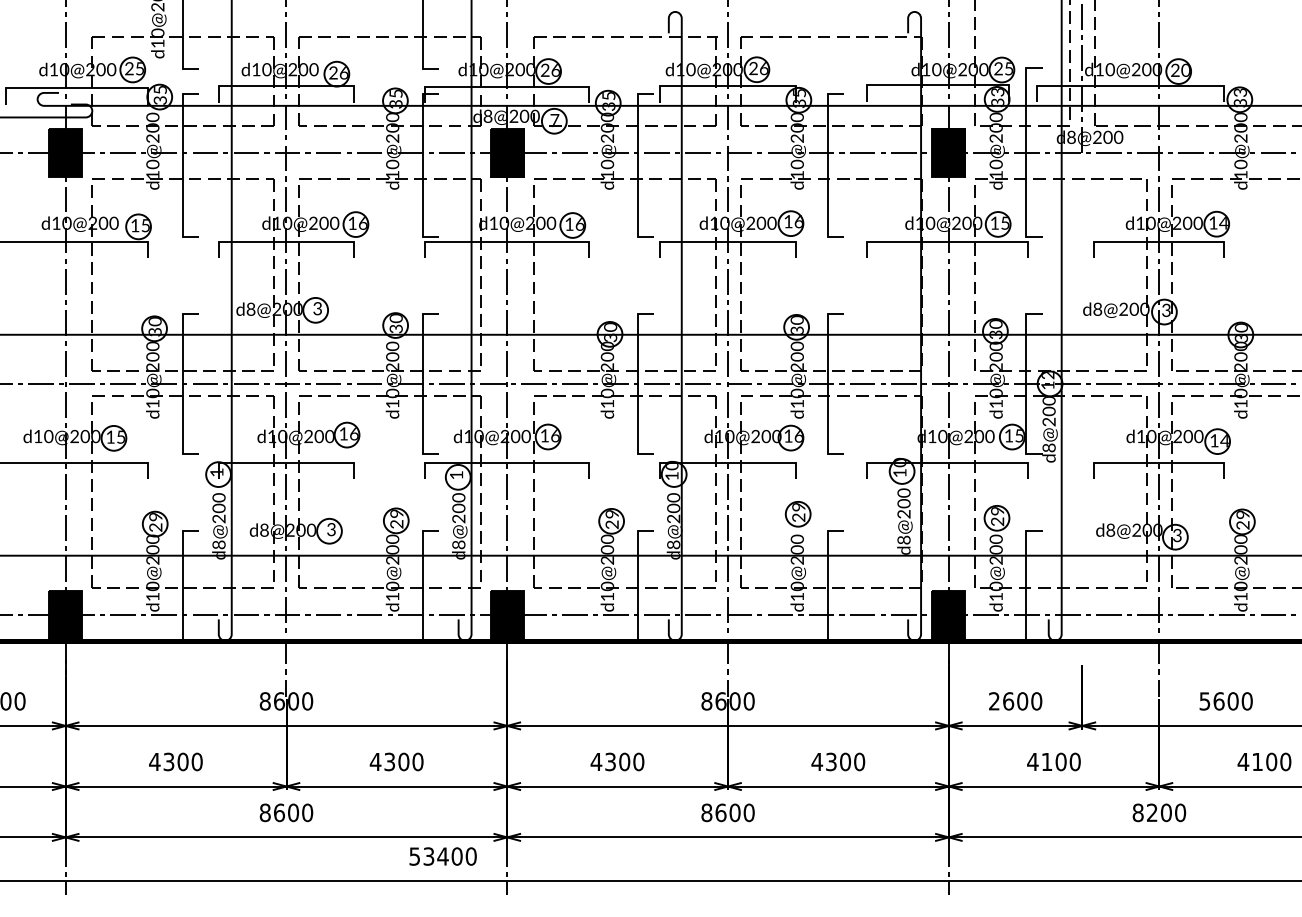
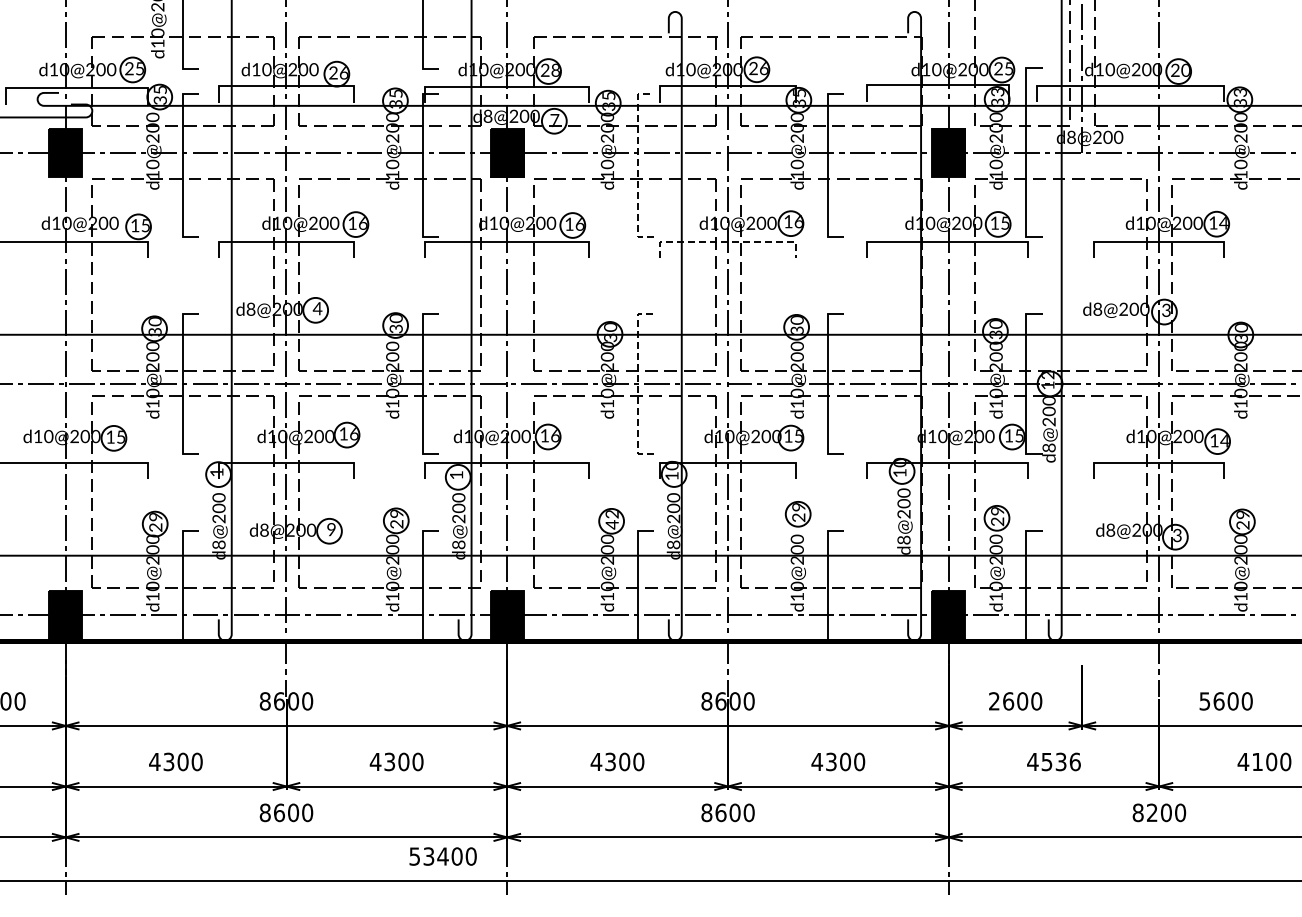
text at (555, 69): 26 -> 28
line at (637, 165): solid -> dashed
line at (728, 241): solid -> dashed
text at (317, 308): 3 -> 4
line at (637, 383): solid -> dashed
text at (798, 435): 16 -> 15
text at (611, 519): 29 -> 42
text at (331, 530): 3 -> 9
text at (1060, 761): 4100 -> 4536
